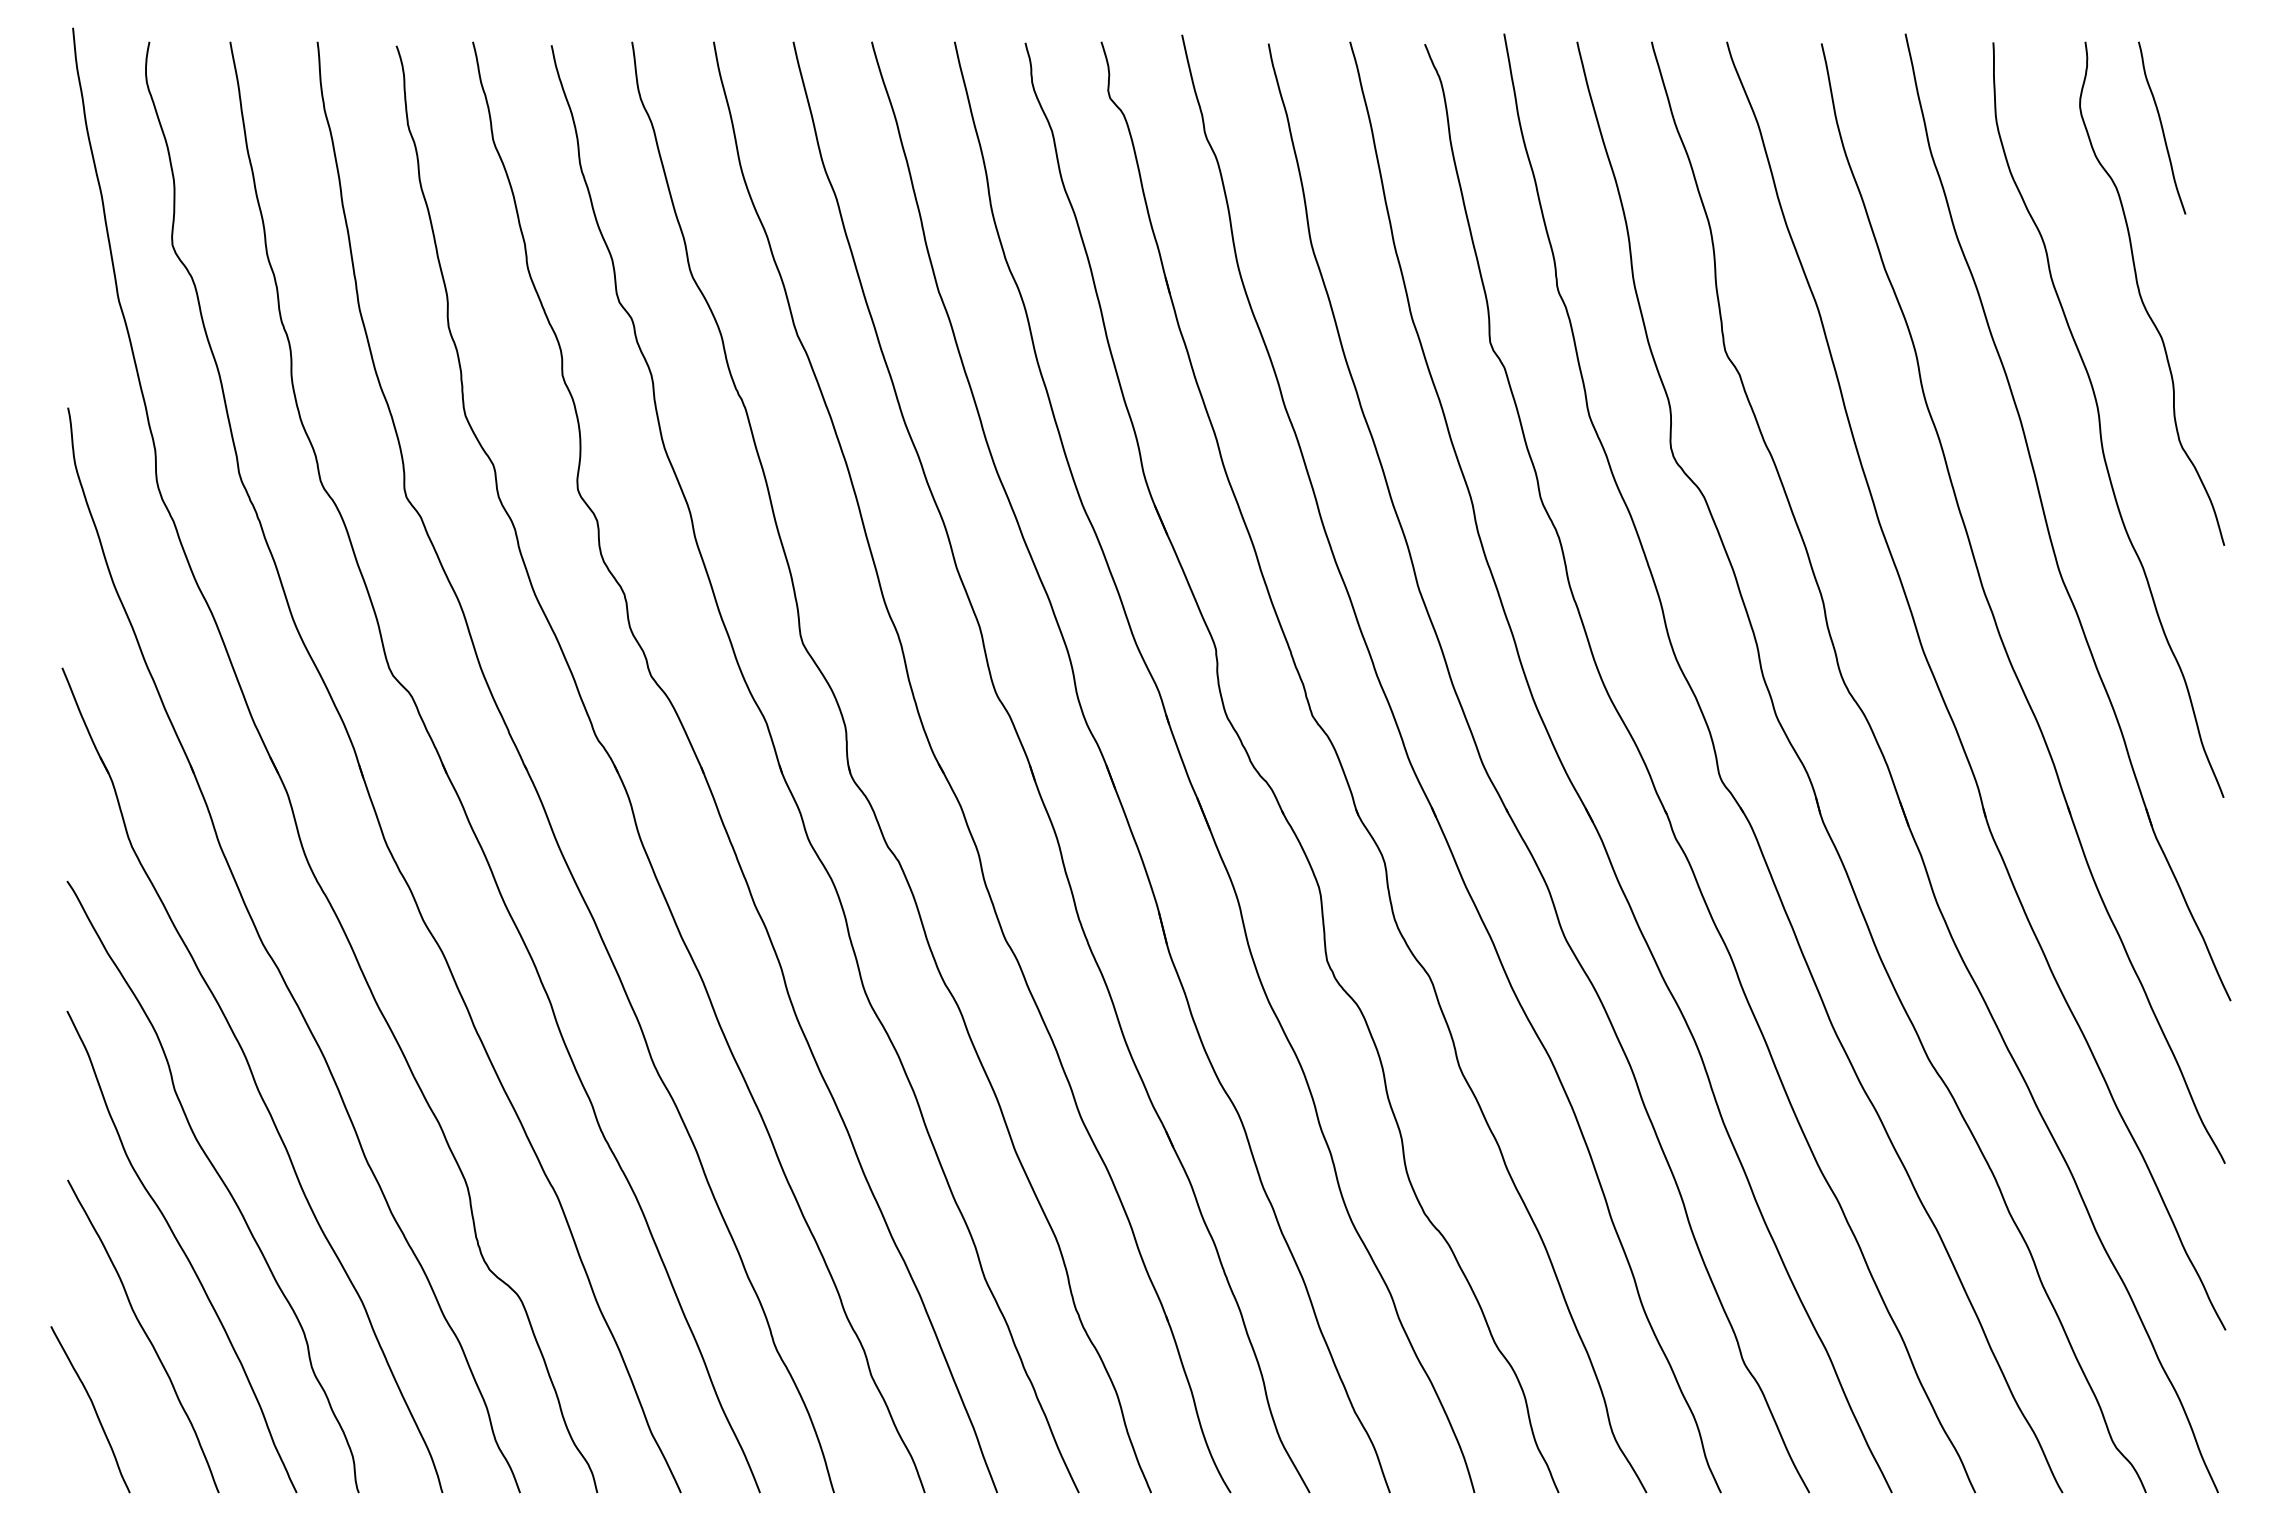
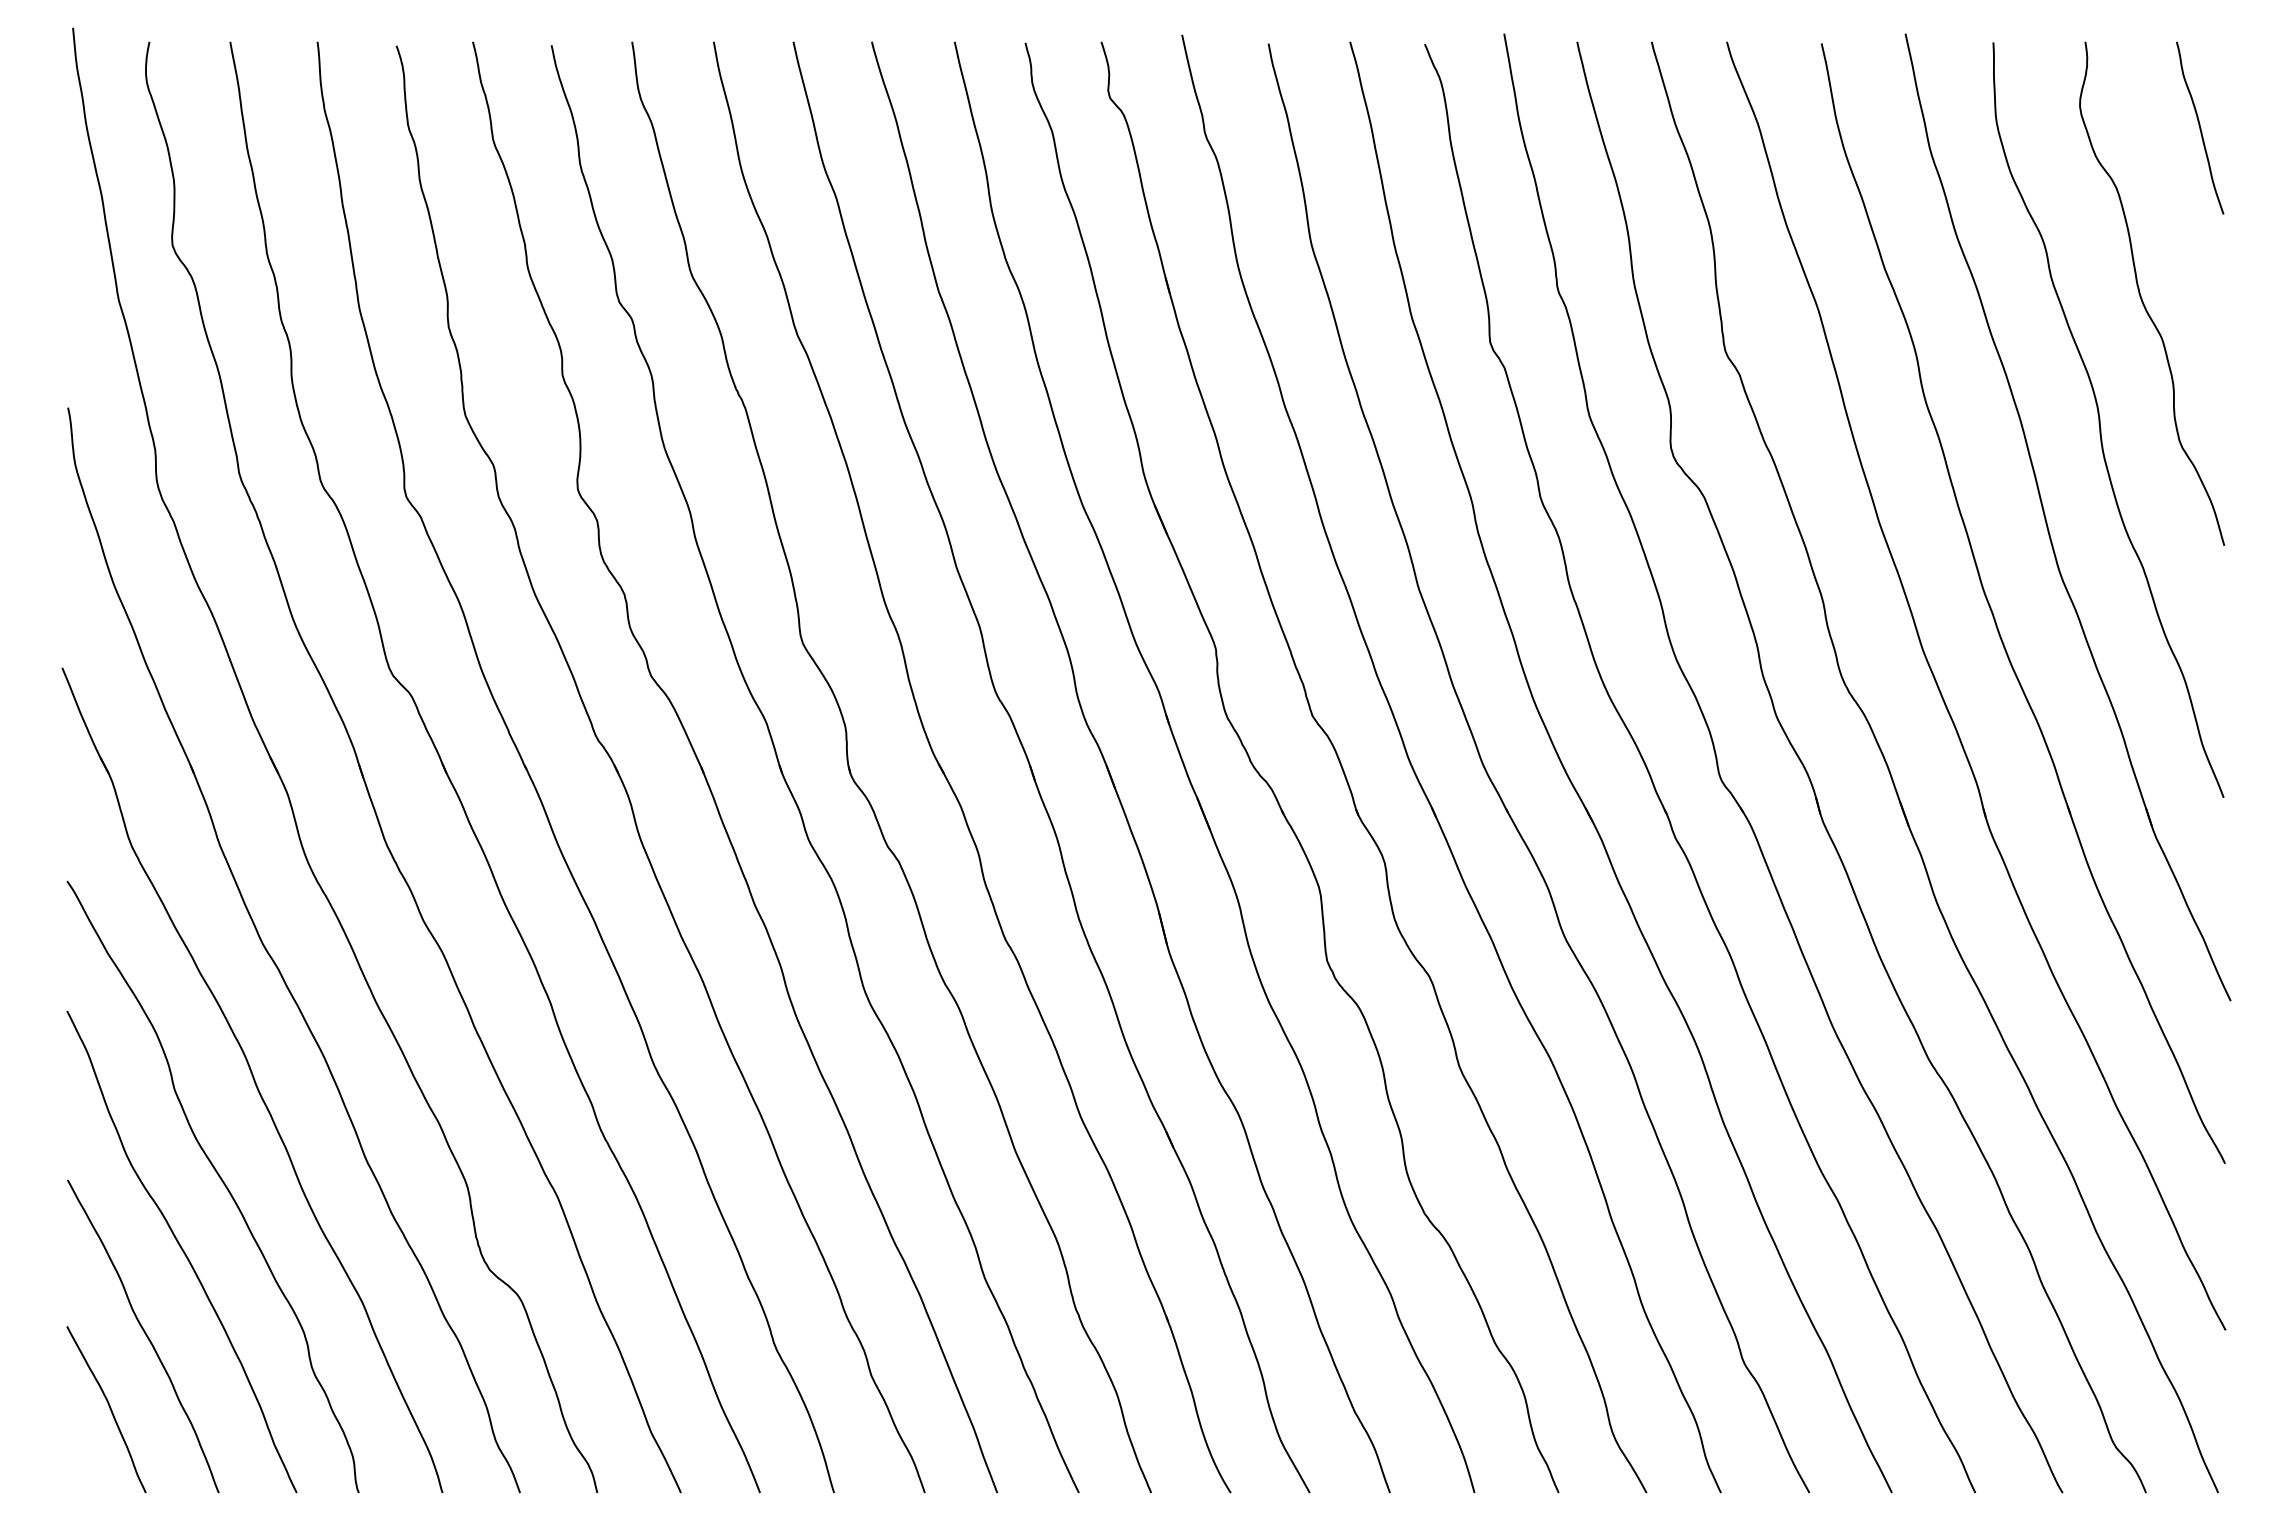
curve at (2162, 127) position: (2162, 127) -> (2200, 127)
curve at (93, 1408) position: (93, 1408) -> (109, 1408)
